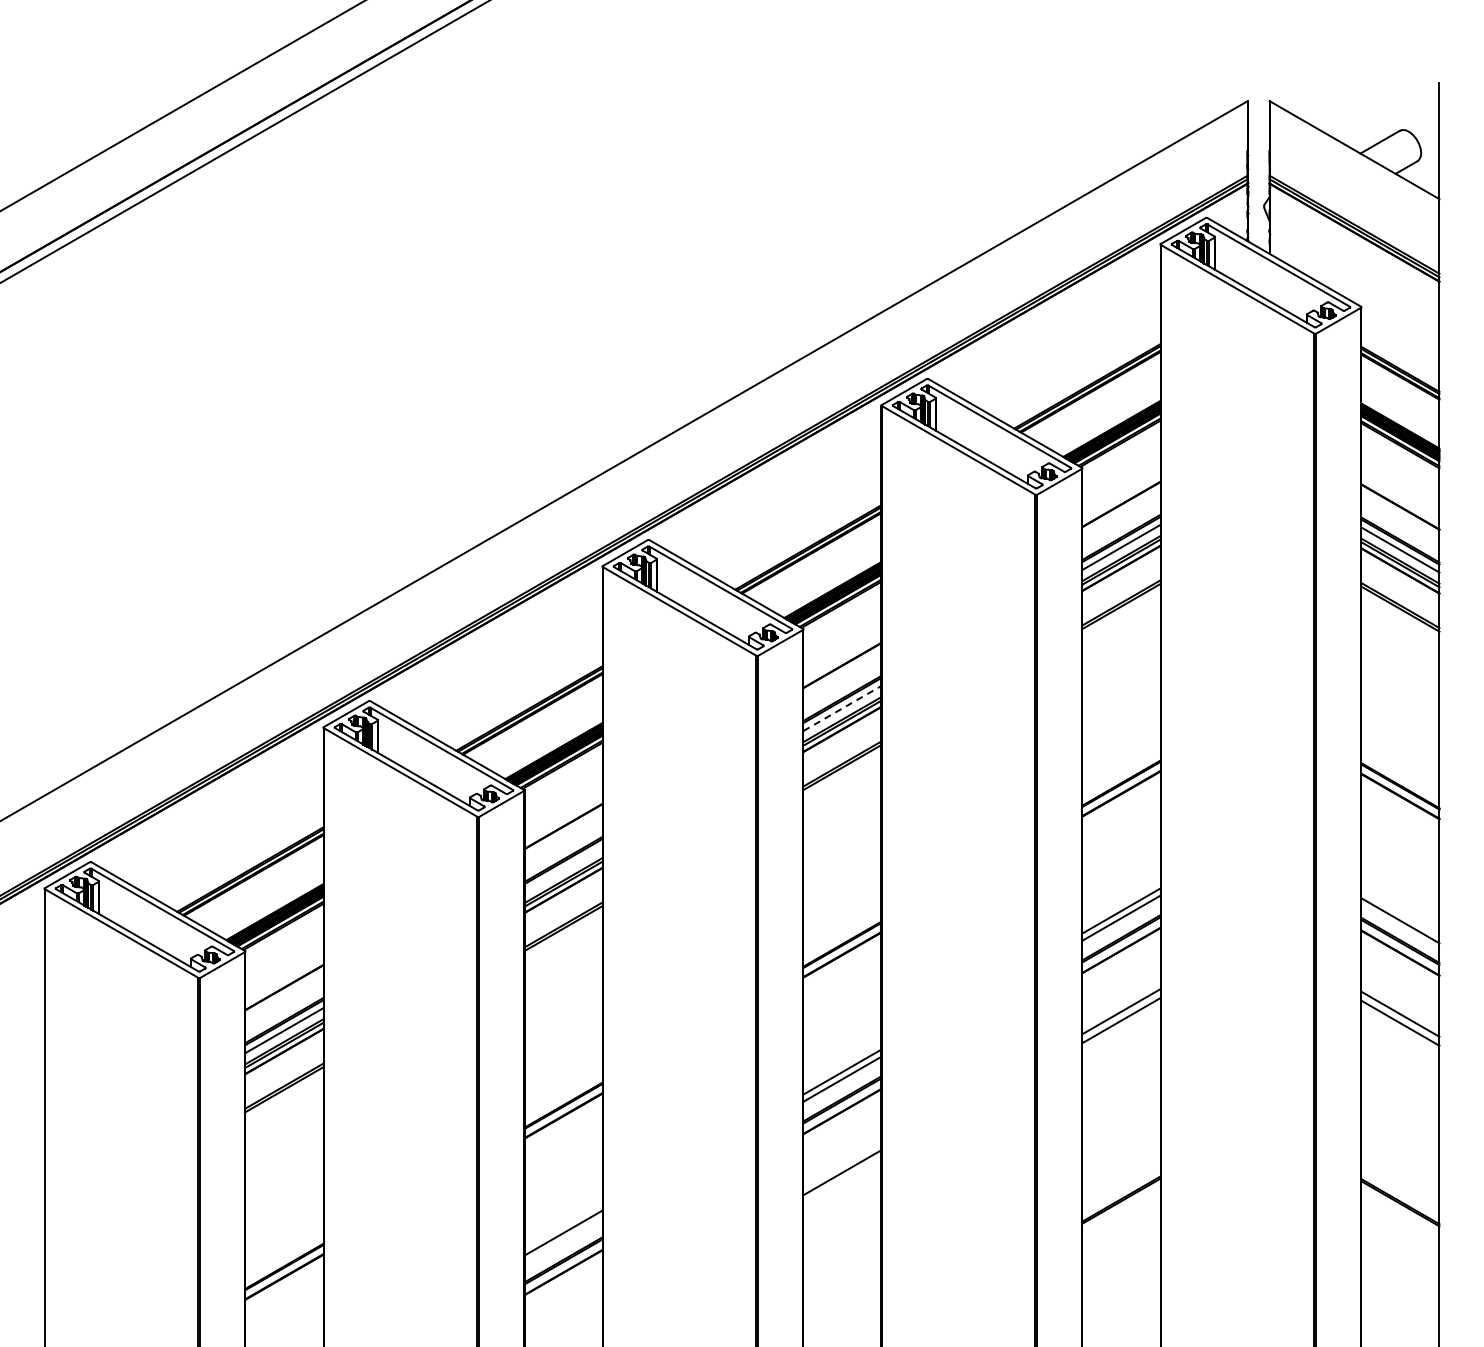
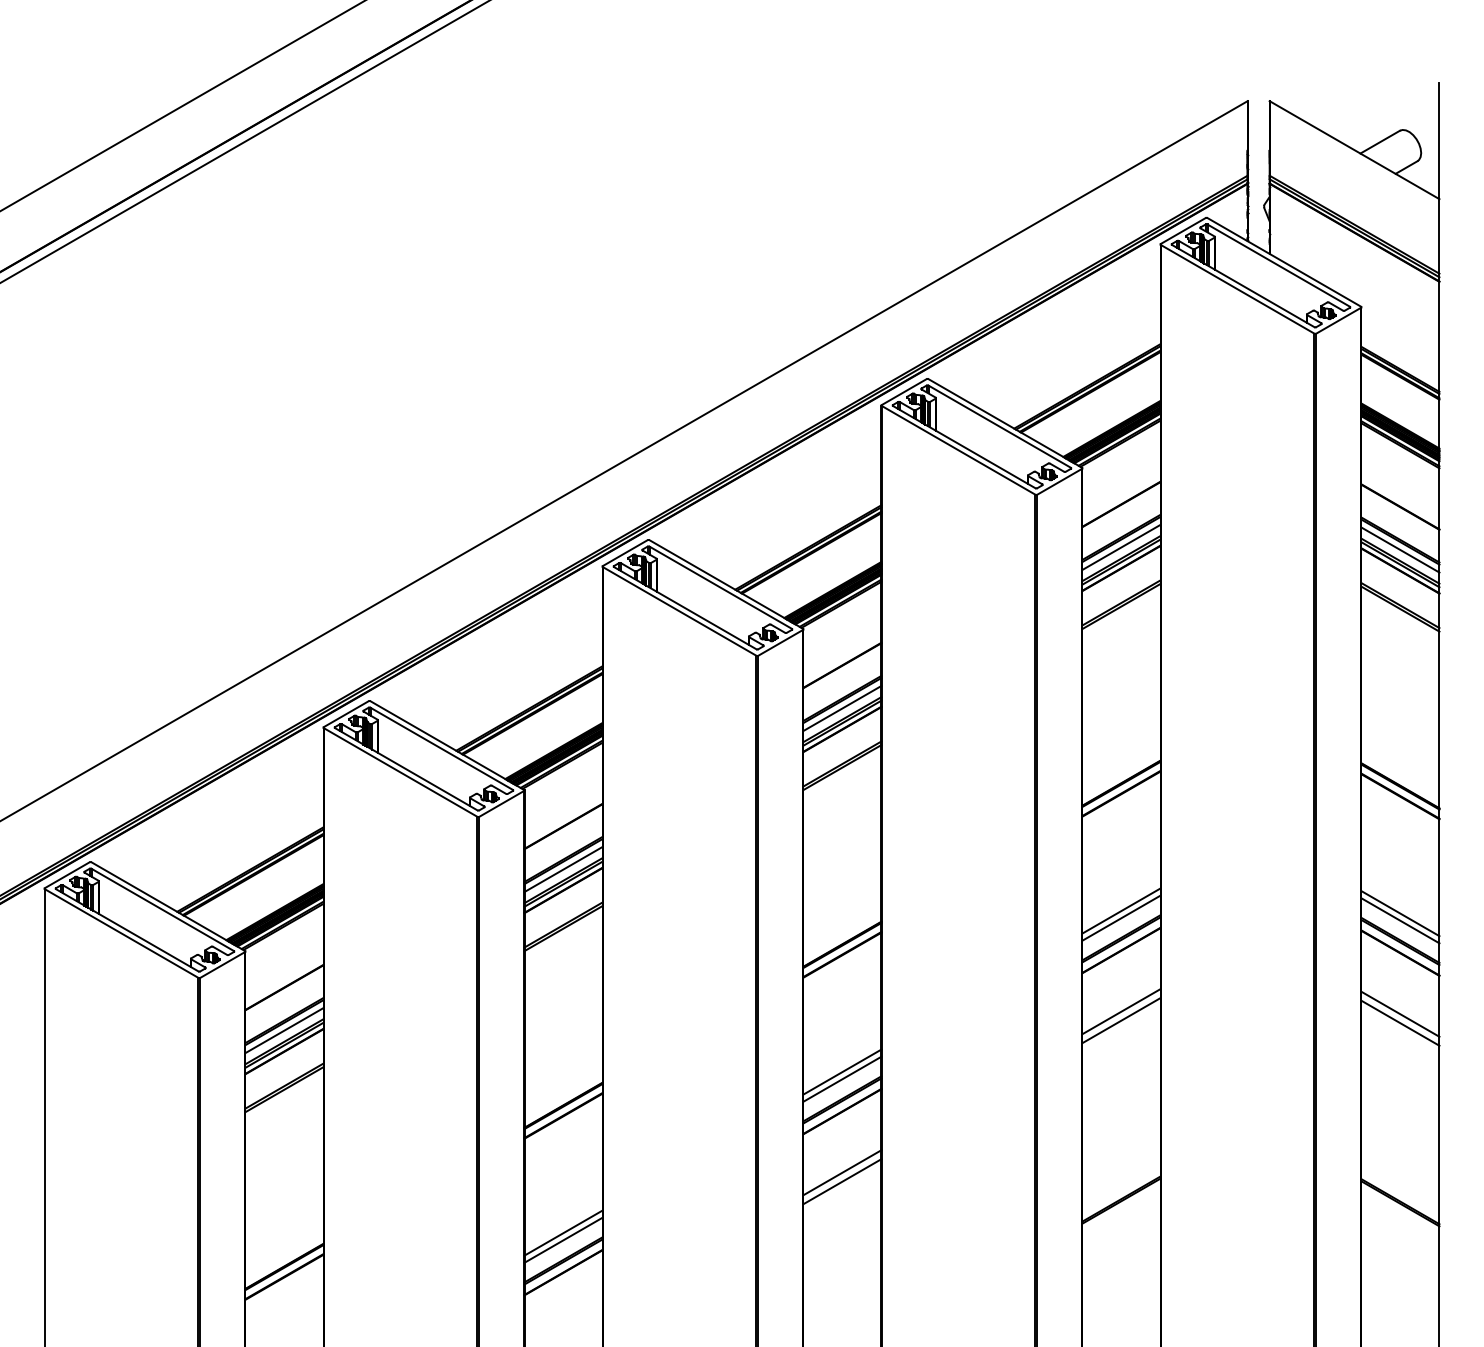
line at (842, 708): dashed -> solid
line at (563, 869): none -> present
line at (1400, 913): none -> present
line at (842, 1181): none -> present
line at (563, 1239): none -> present
